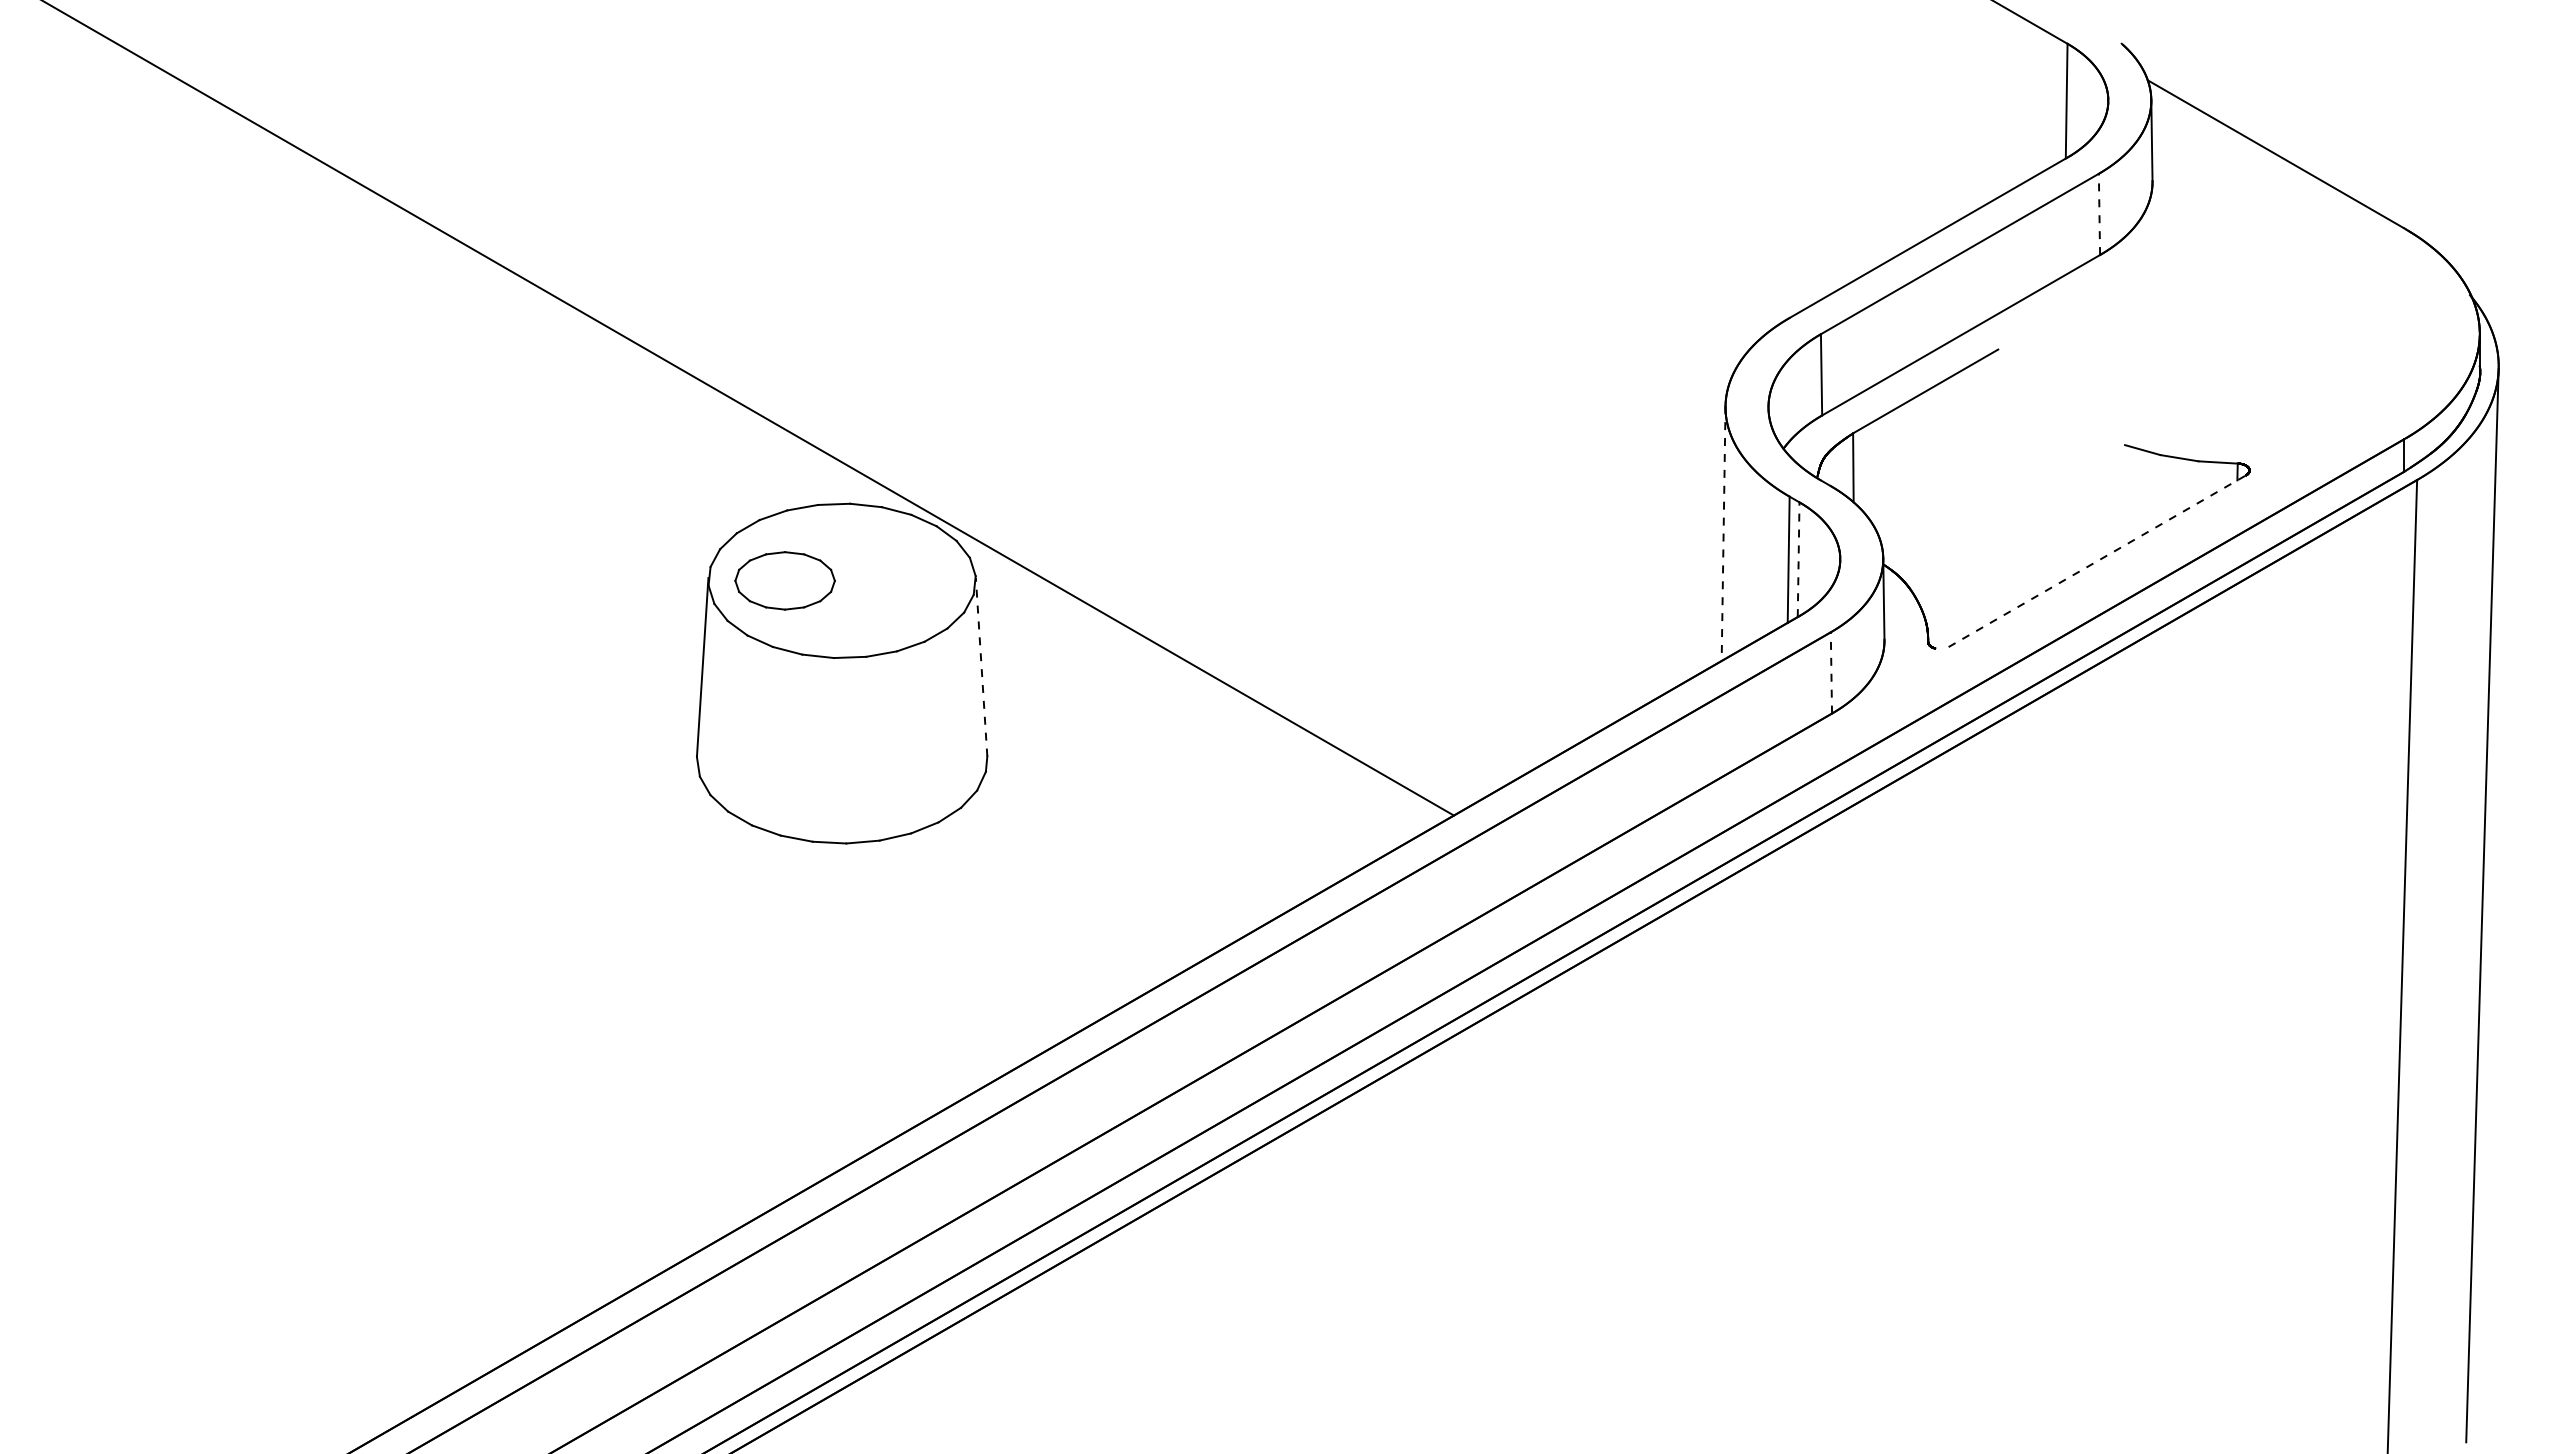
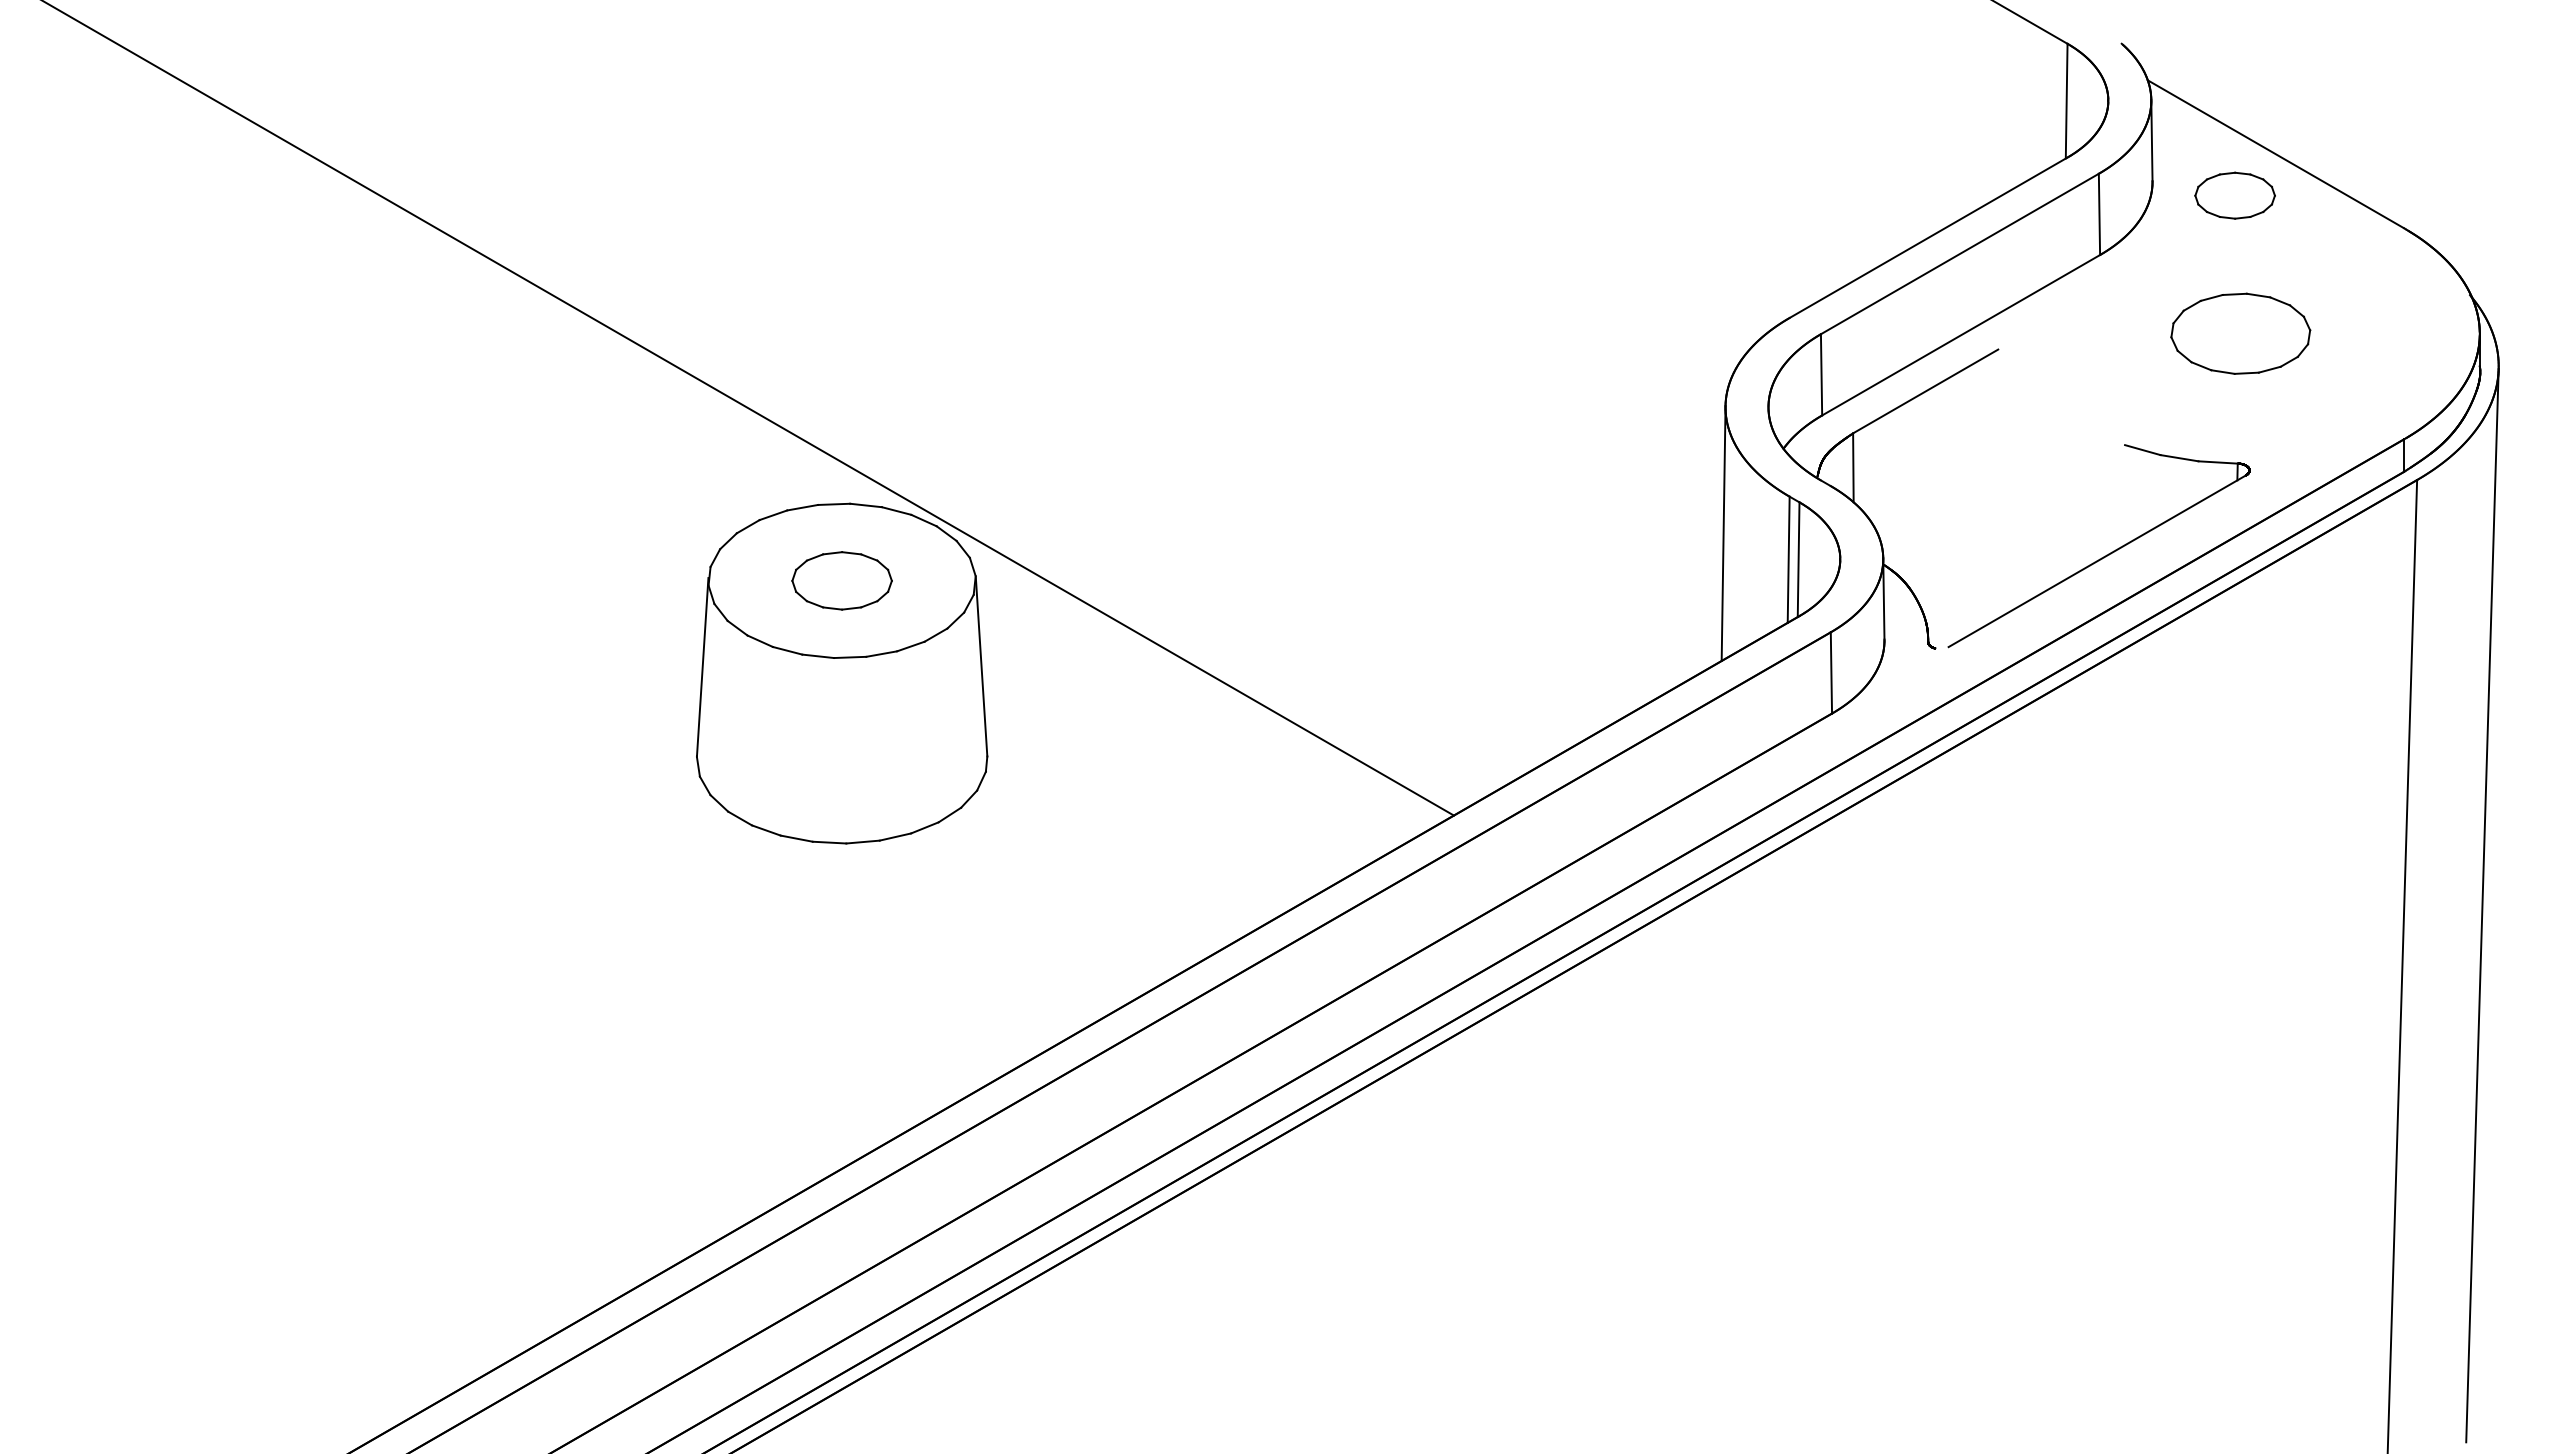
part at (2234, 195): none -> present
line at (2099, 214): dashed -> solid
part at (2240, 333): none -> present
line at (1723, 534): dashed -> solid
line at (1798, 559): dashed -> solid
line at (2097, 561): dashed -> solid
part at (784, 580) position: (784, 580) -> (841, 580)
line at (981, 666): dashed -> solid
line at (1831, 672): dashed -> solid
